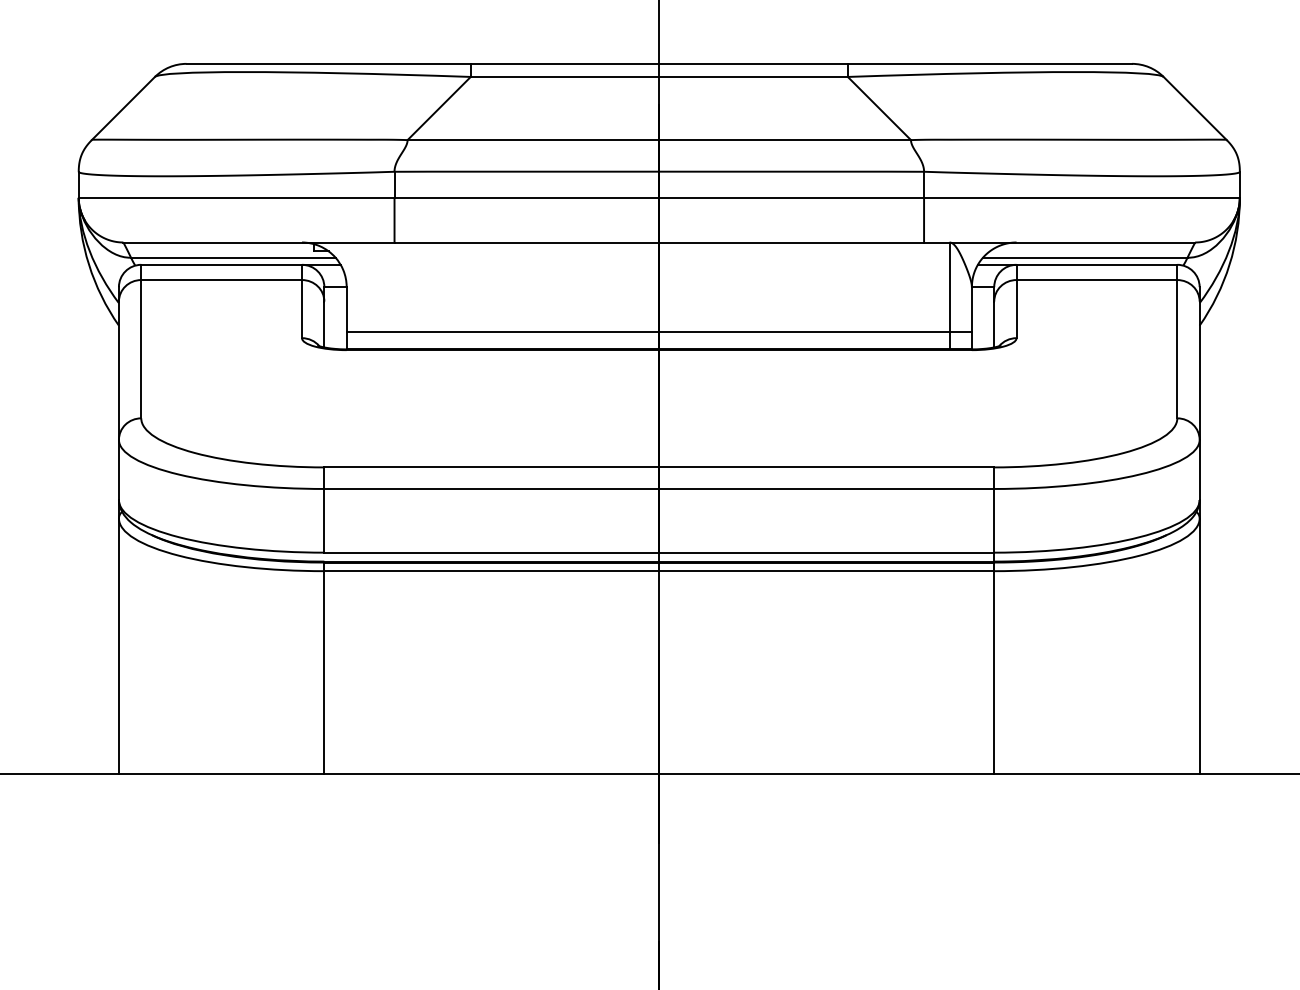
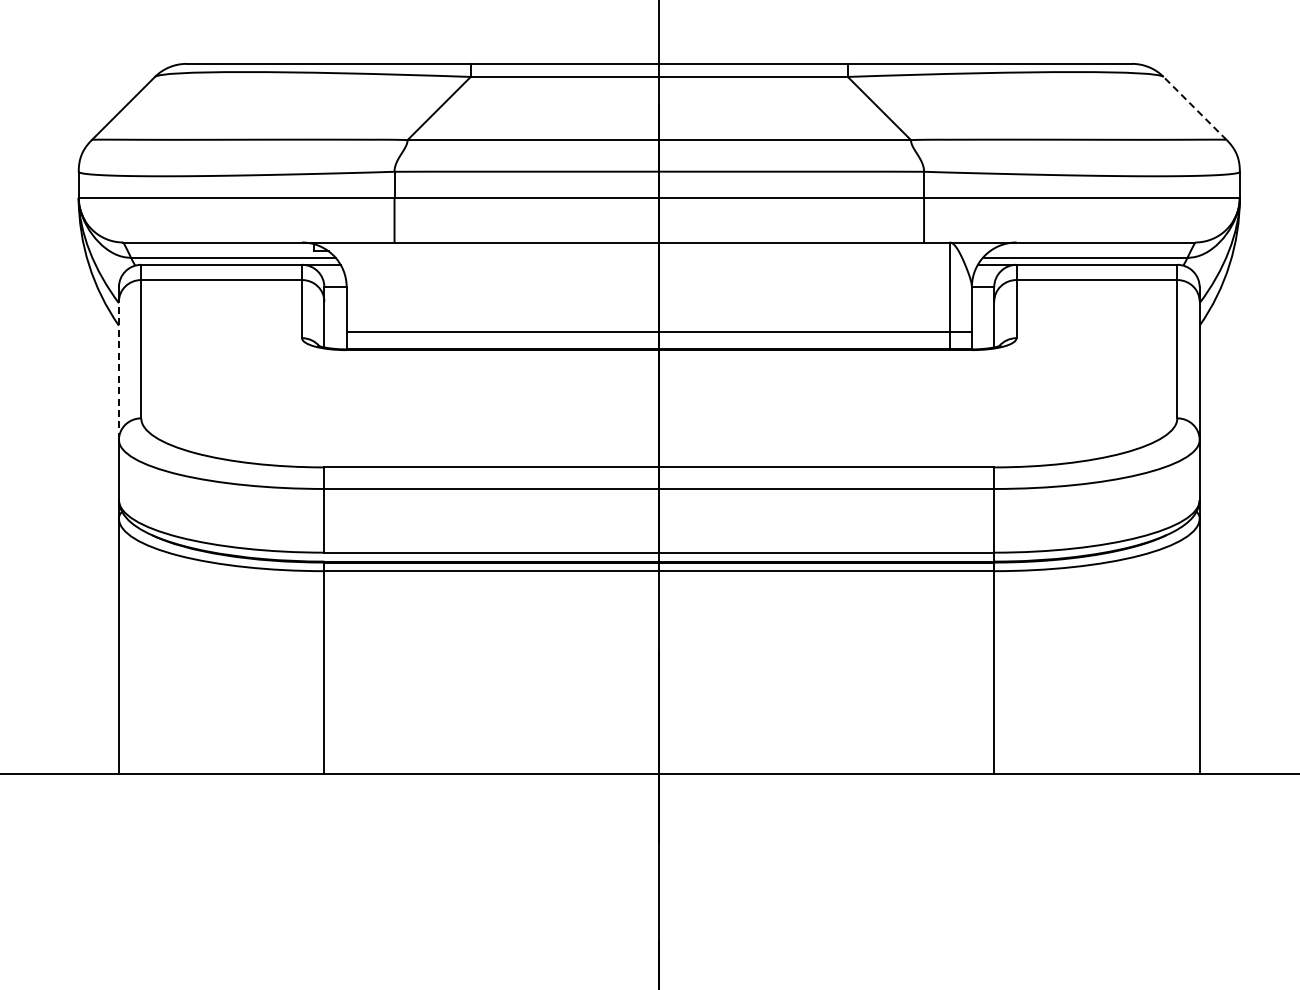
line at (1195, 108): solid -> dashed
line at (118, 370): solid -> dashed
